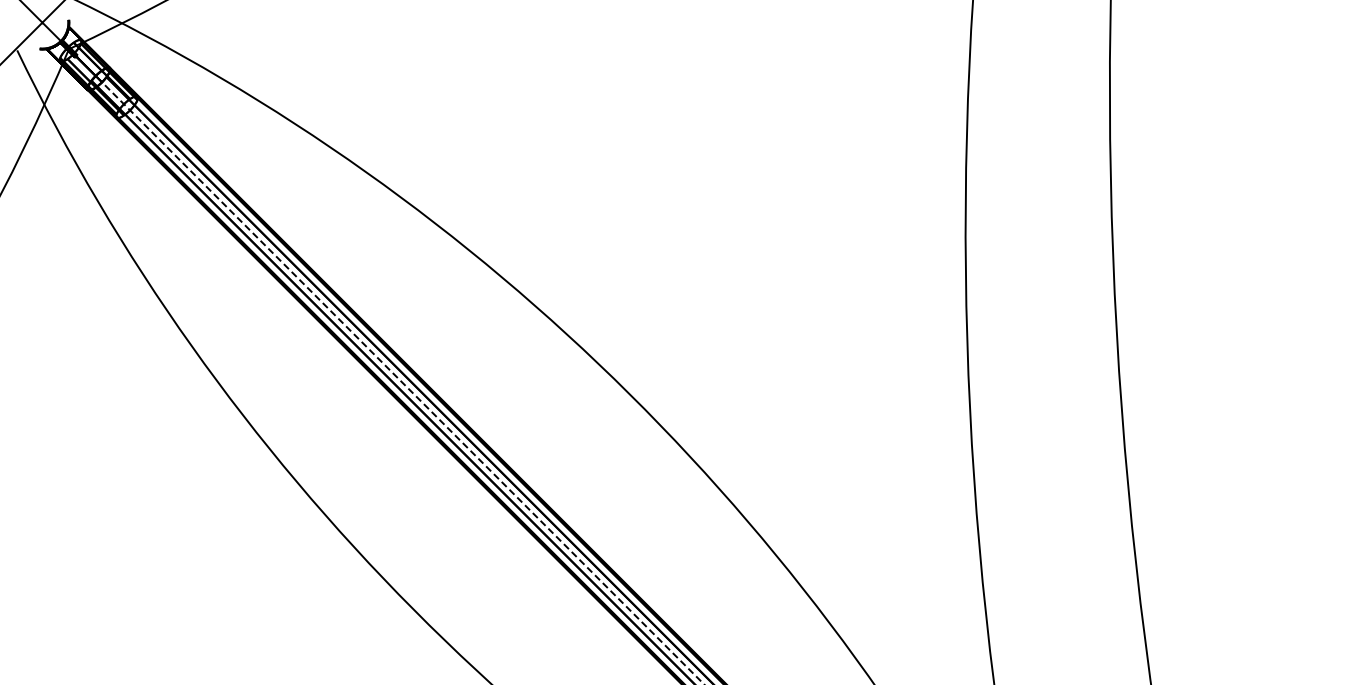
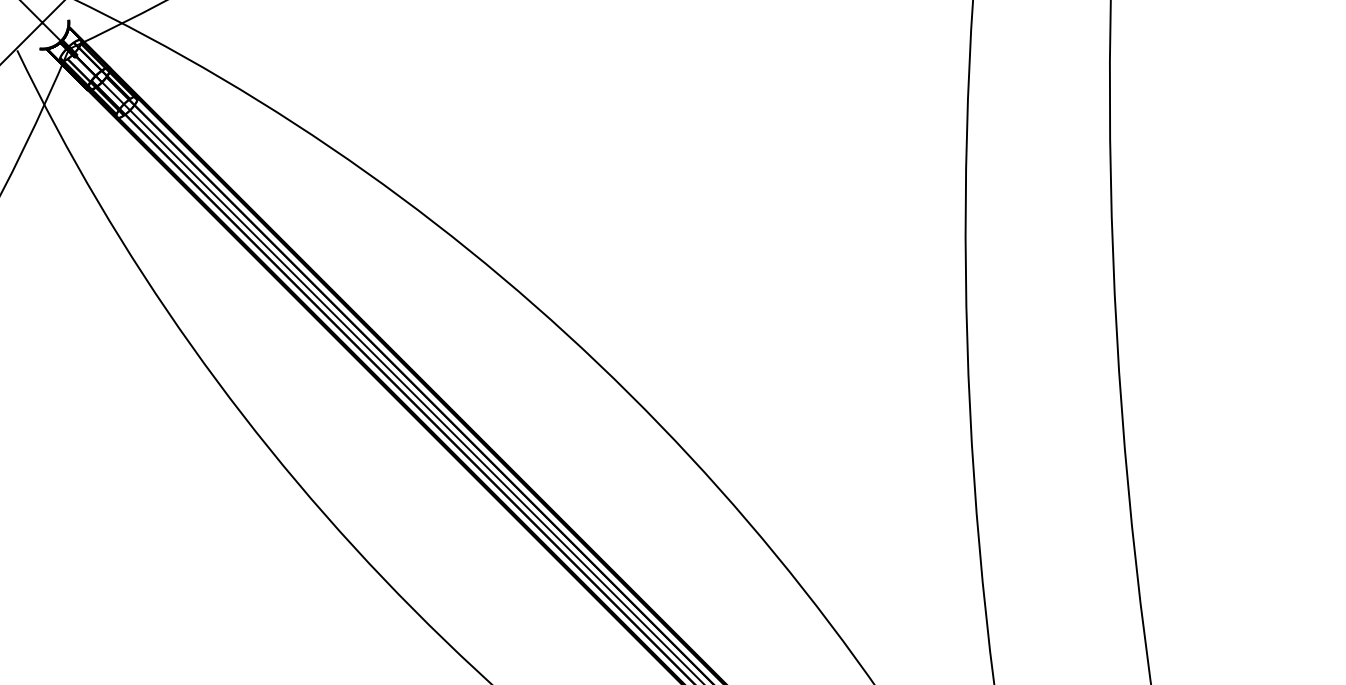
line at (396, 377): dashed -> solid
